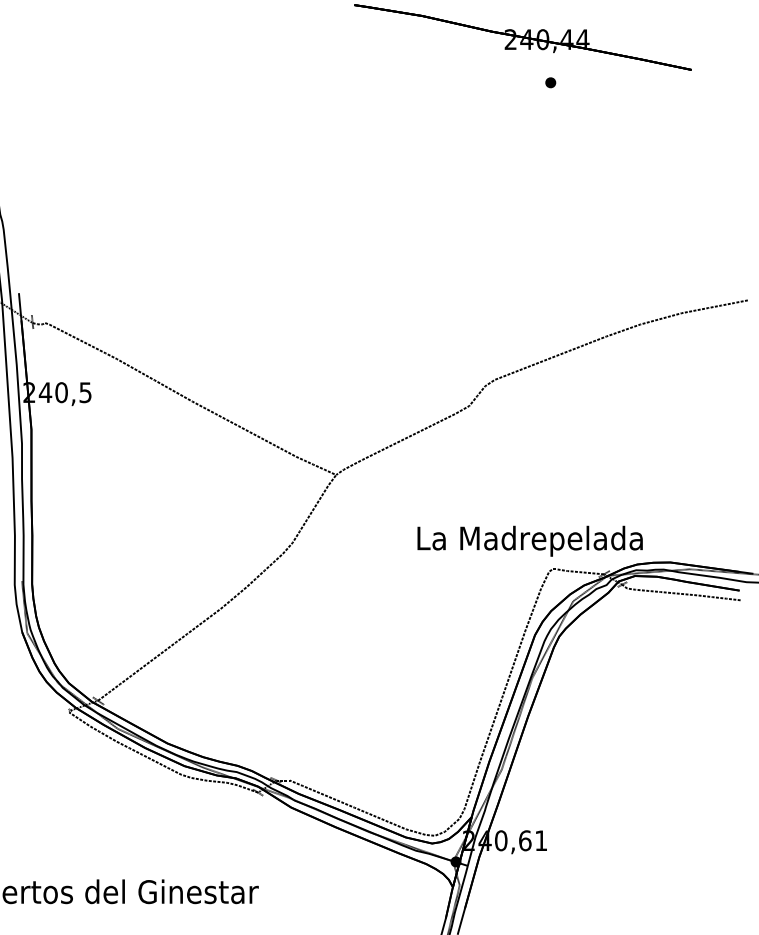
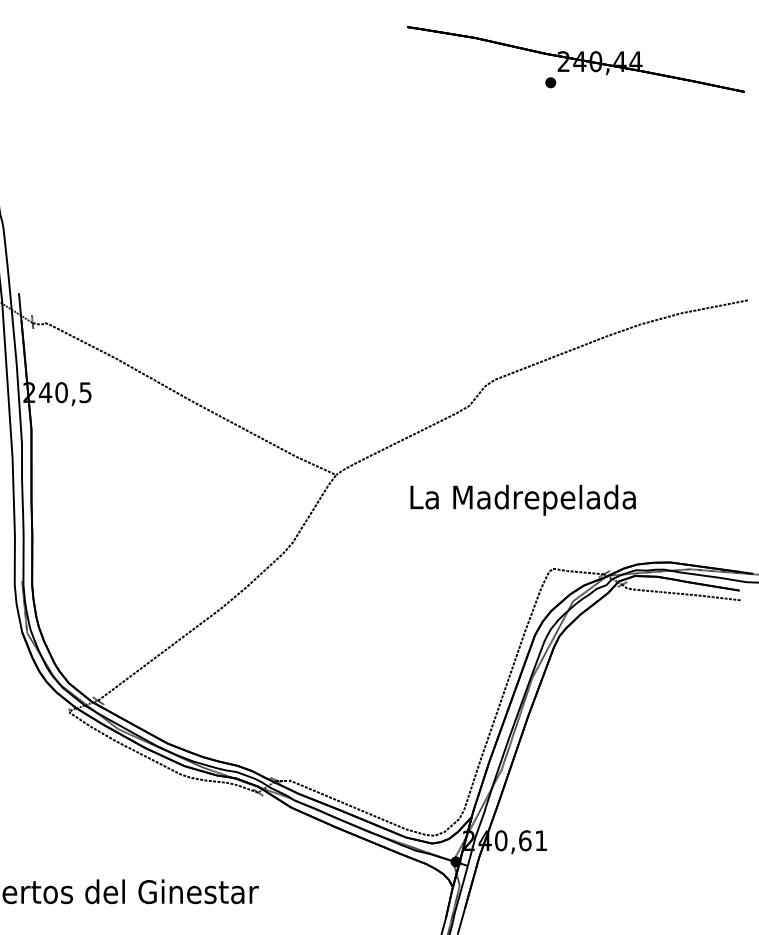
part at (522, 37) position: (522, 37) -> (575, 59)
text at (529, 540) position: (529, 540) -> (522, 499)
